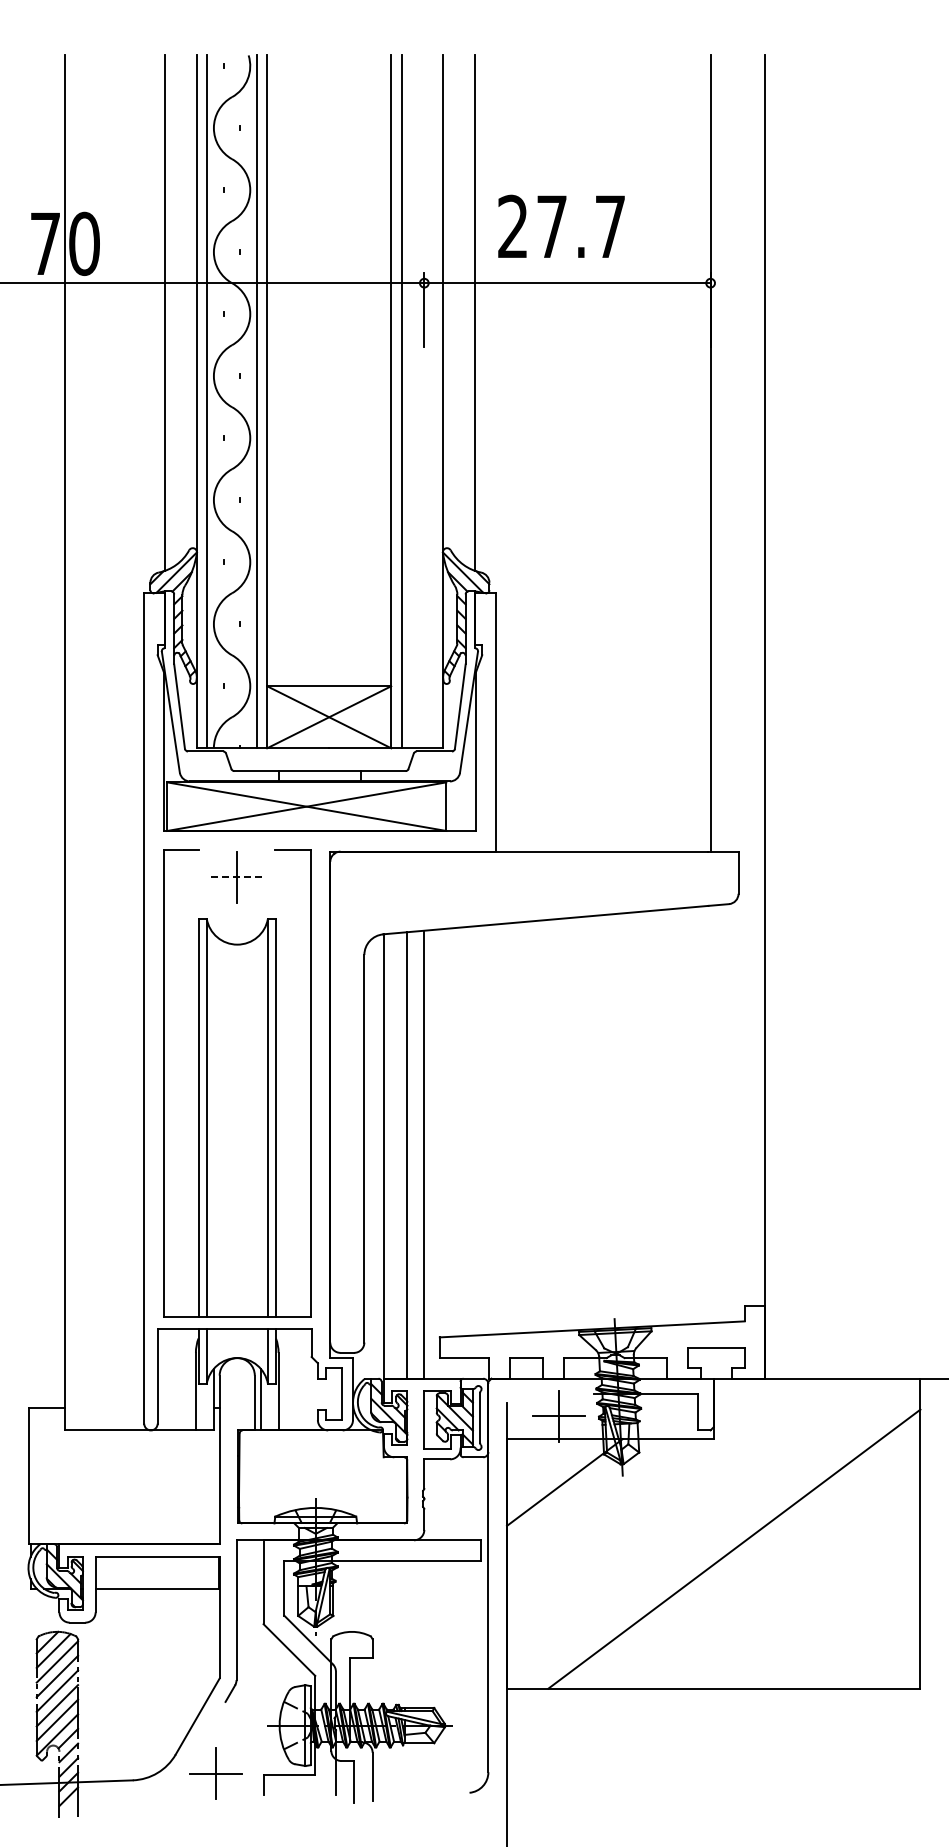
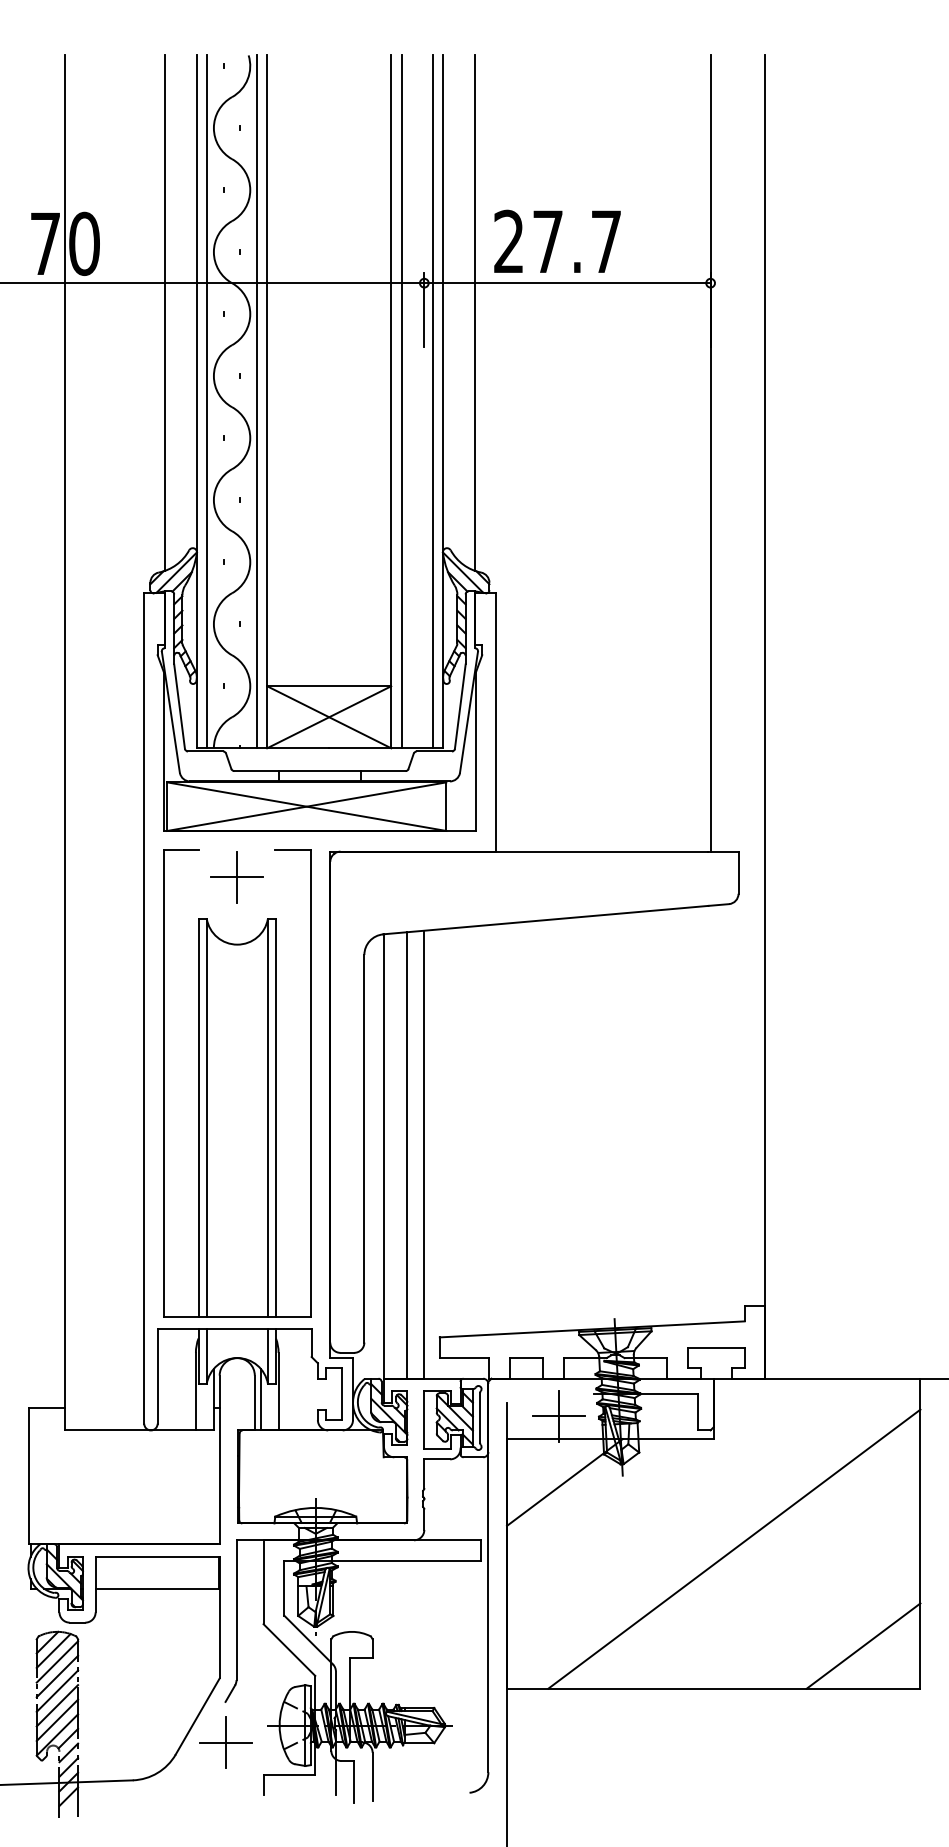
text at (561, 225) position: (561, 225) -> (557, 240)
line at (432, 401): none -> present
line at (237, 877): dashed -> solid
line at (863, 1645): none -> present
part at (215, 1773) position: (215, 1773) -> (225, 1742)
